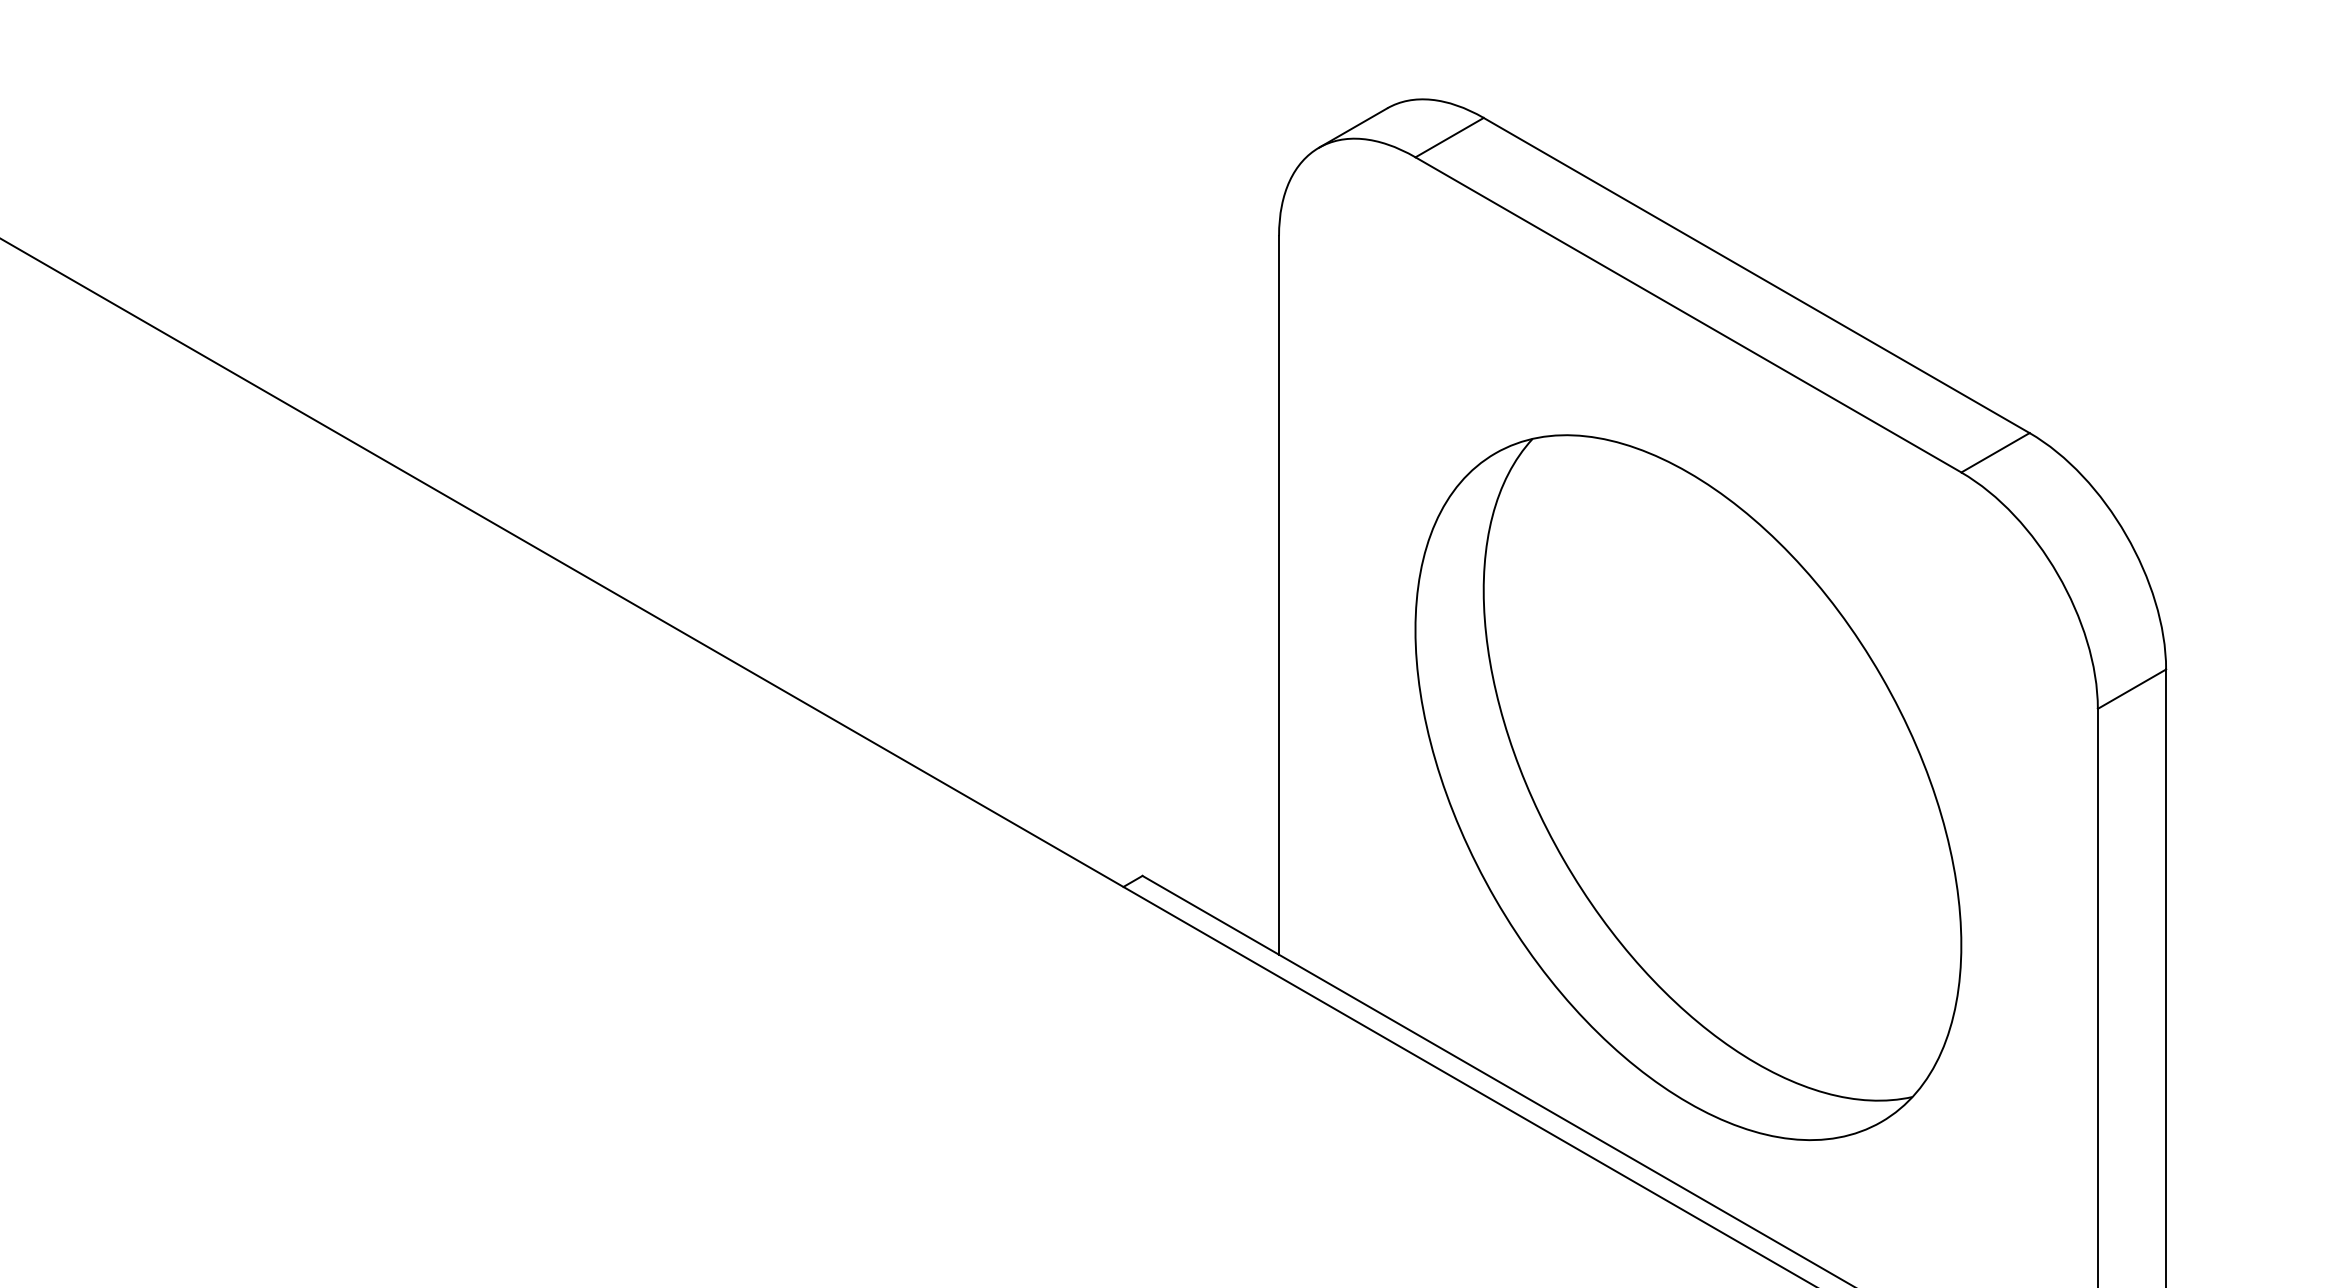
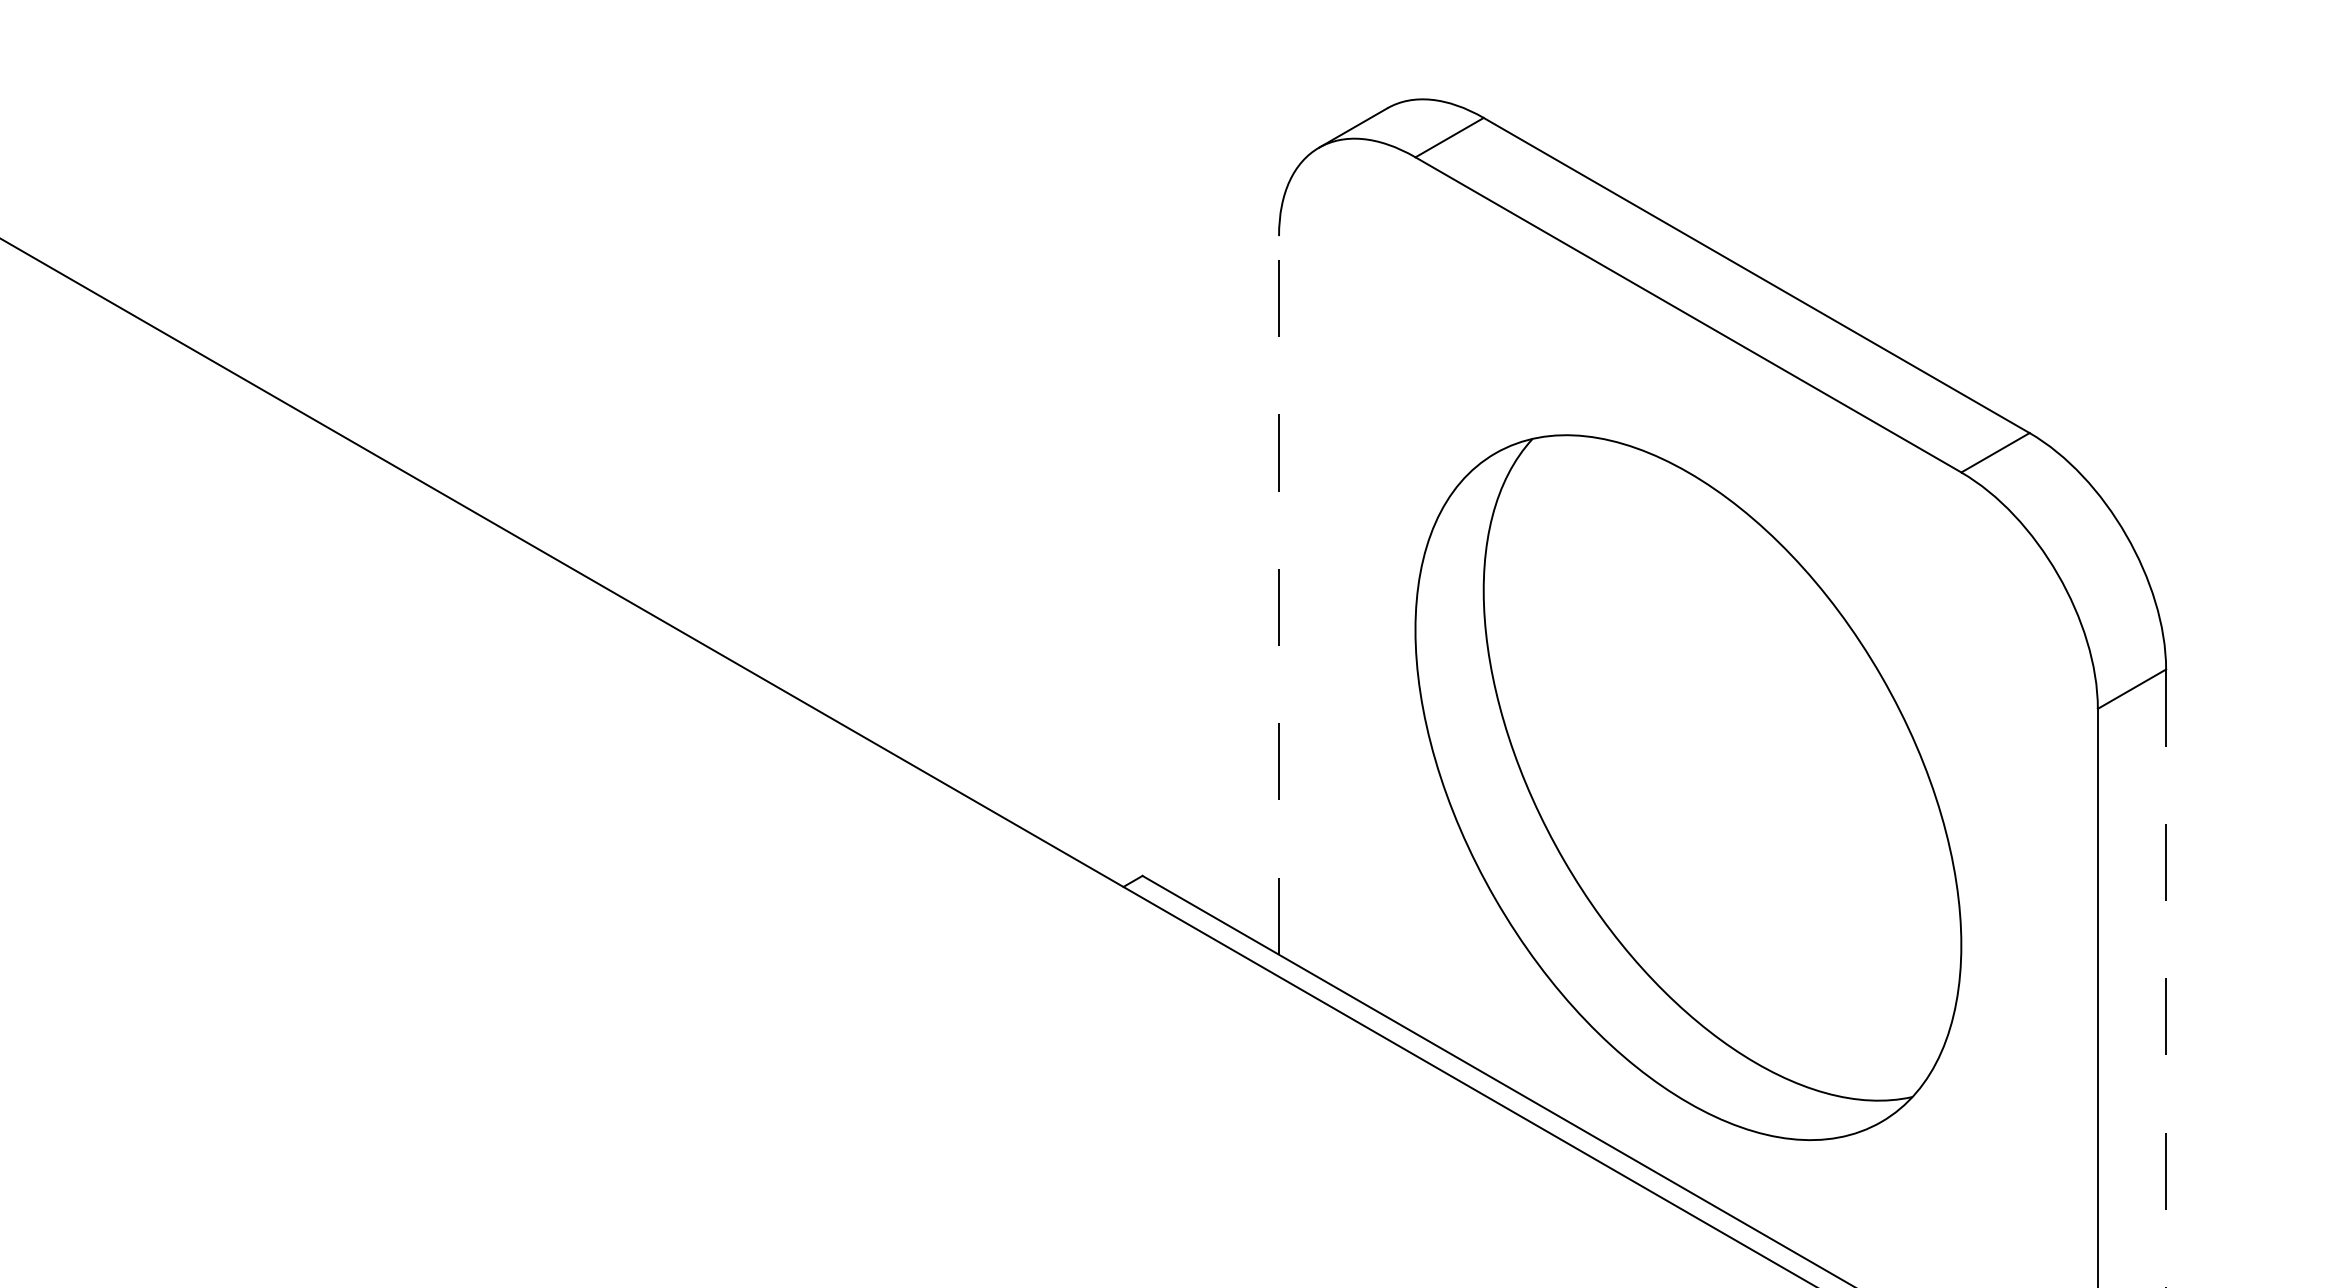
line at (1279, 594): solid -> dashed
line at (2166, 978): solid -> dashed
